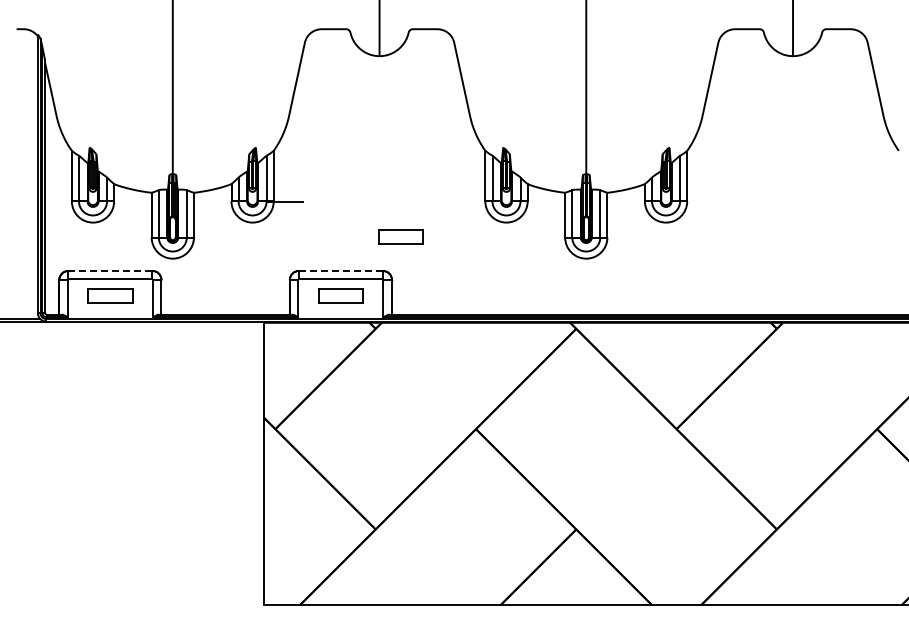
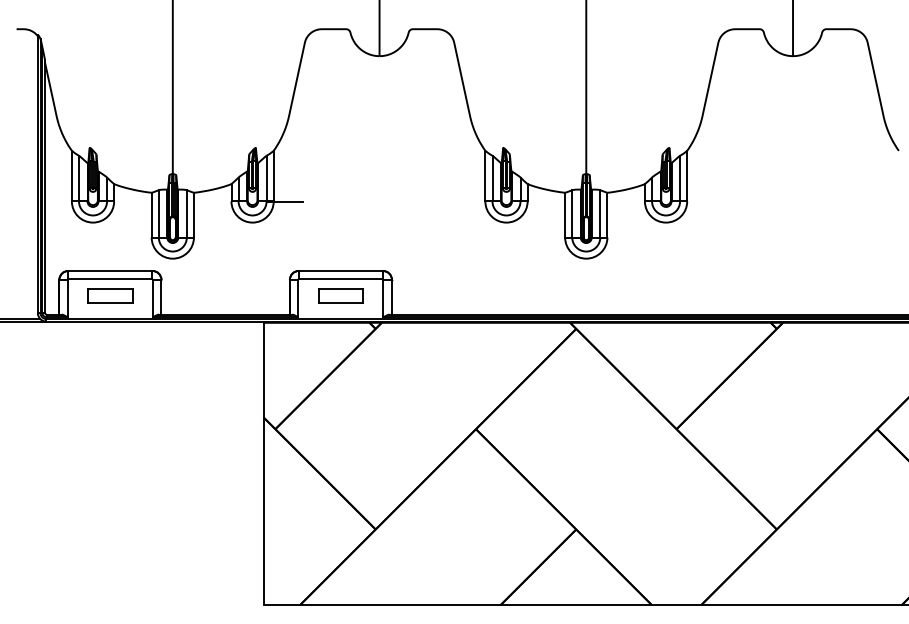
part at (400, 236): present -> none
line at (109, 270): dashed -> solid
line at (340, 270): dashed -> solid
